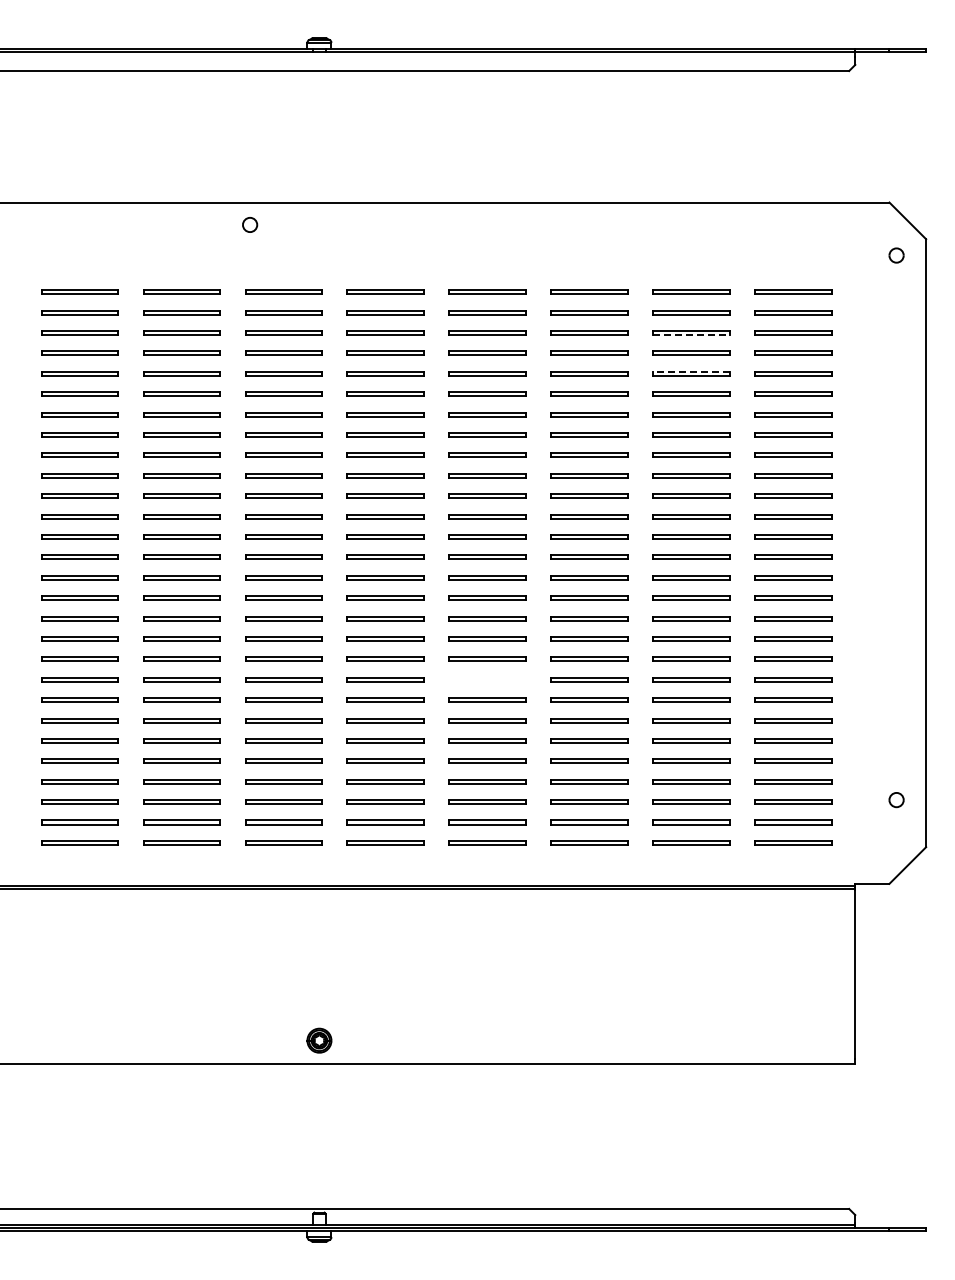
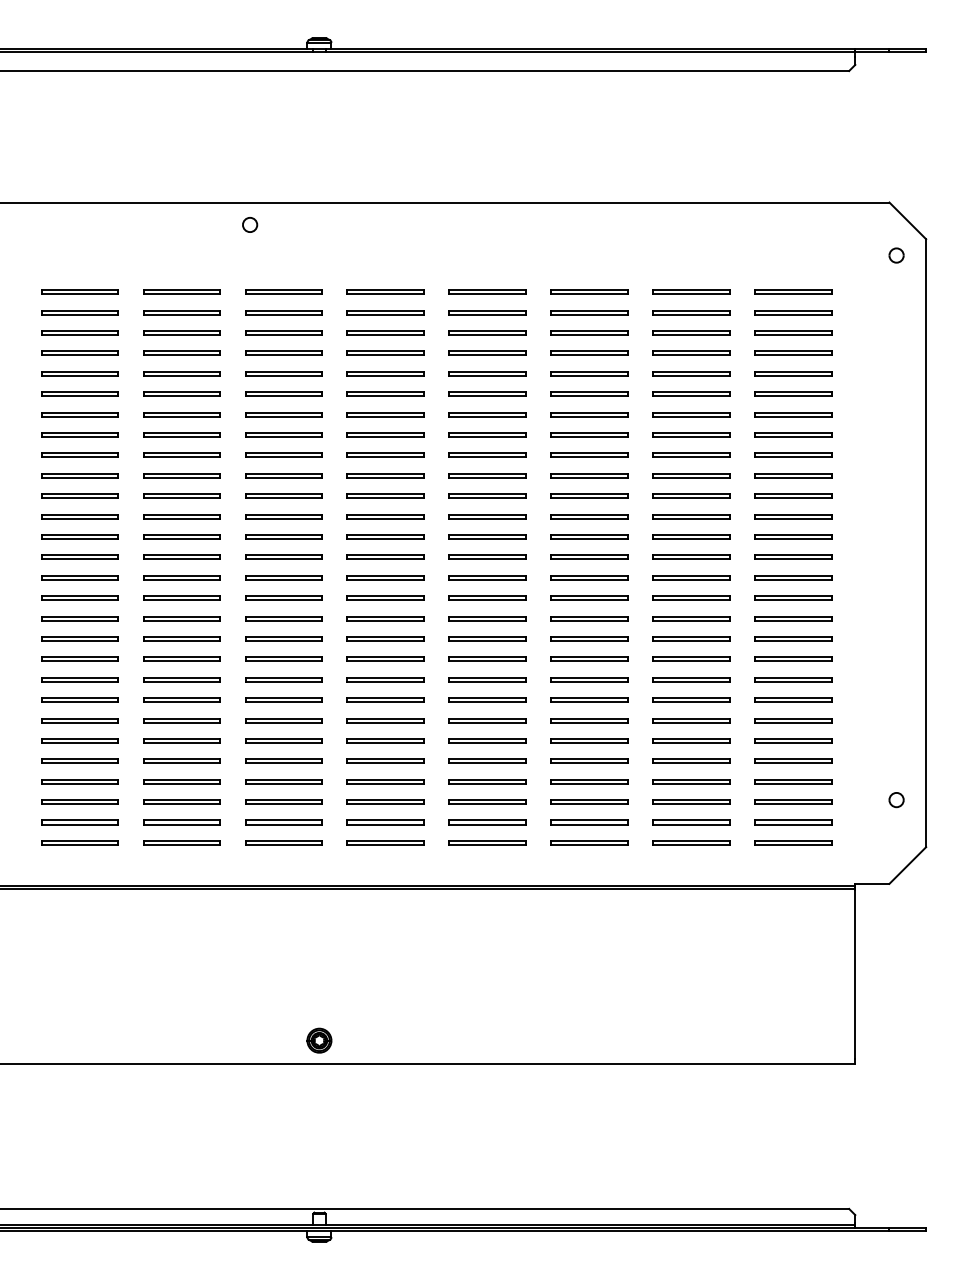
line at (692, 335): dashed -> solid
line at (691, 371): dashed -> solid
part at (487, 679): none -> present
